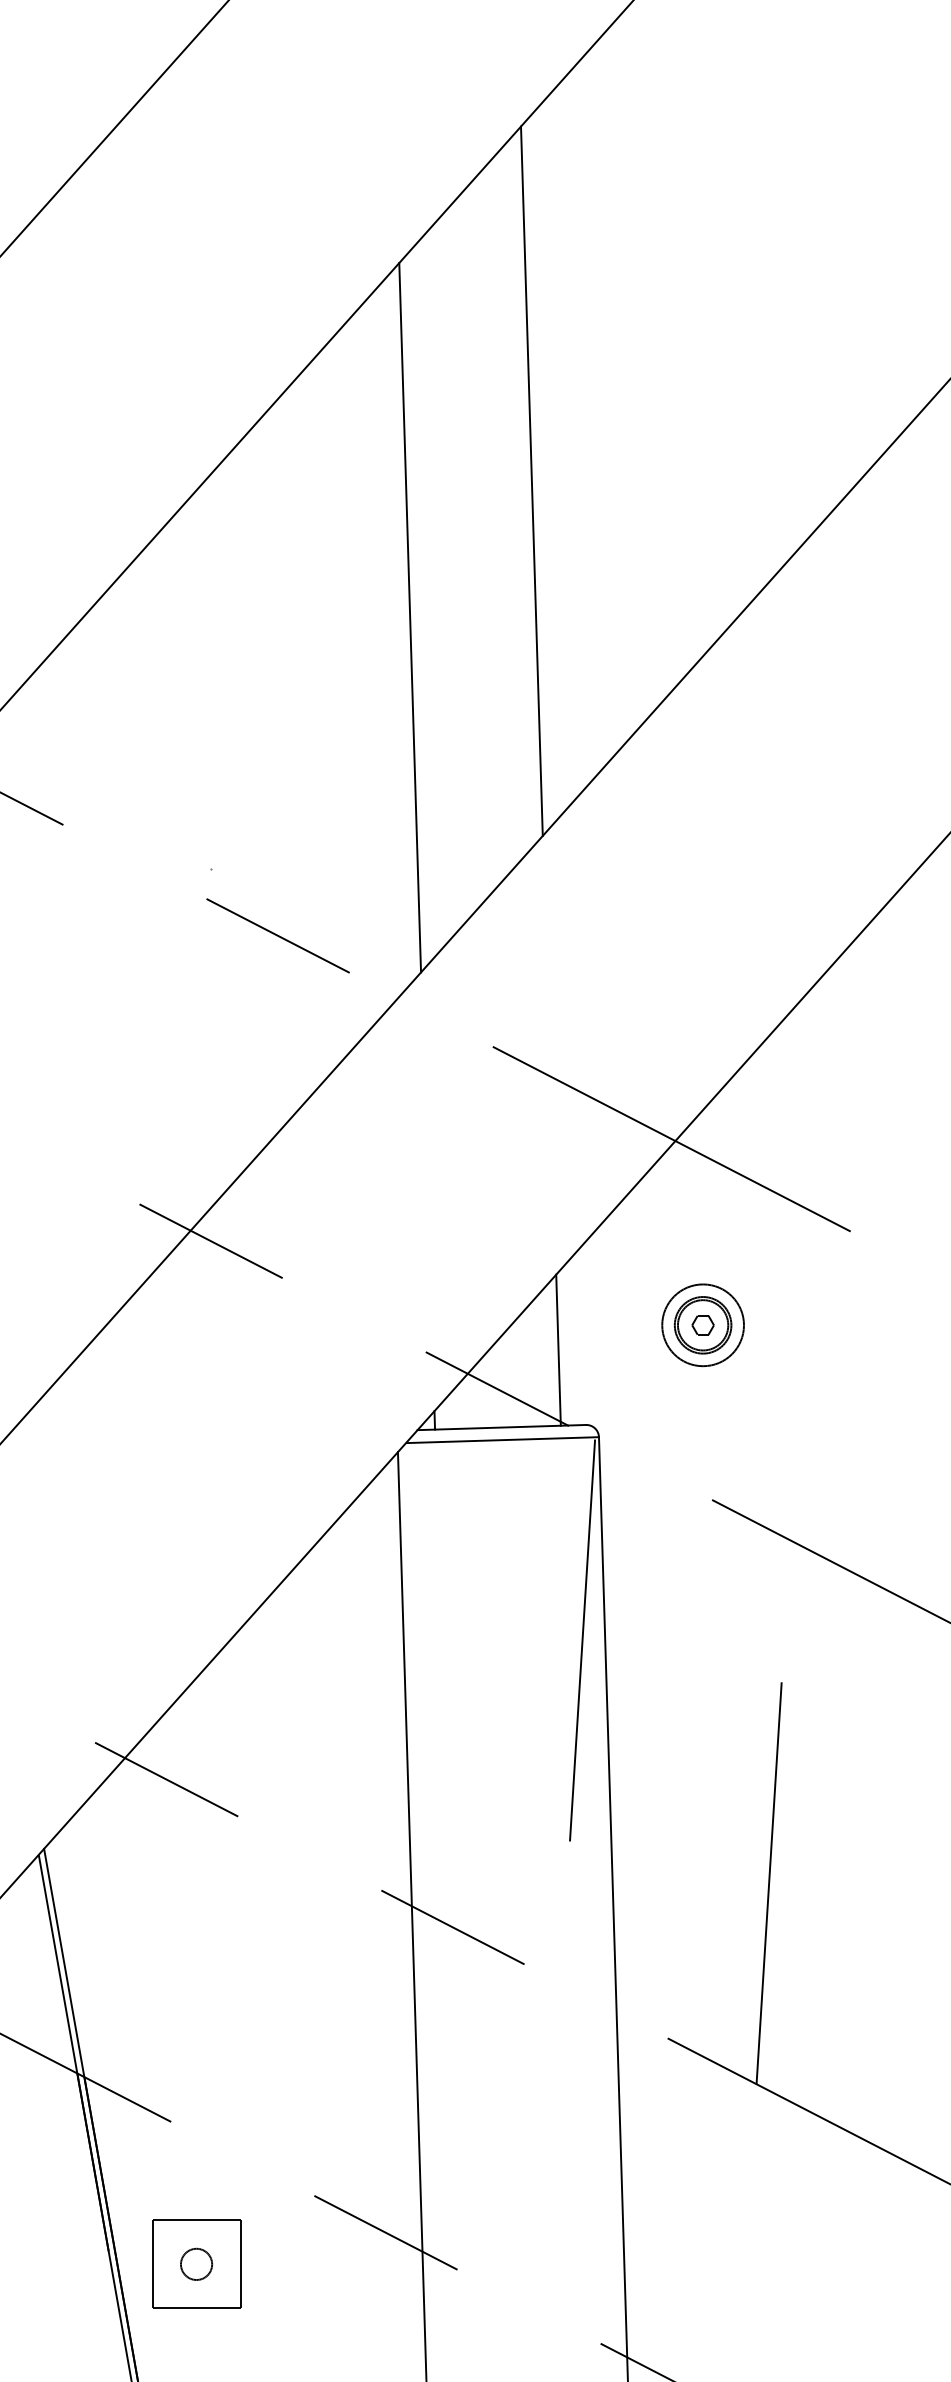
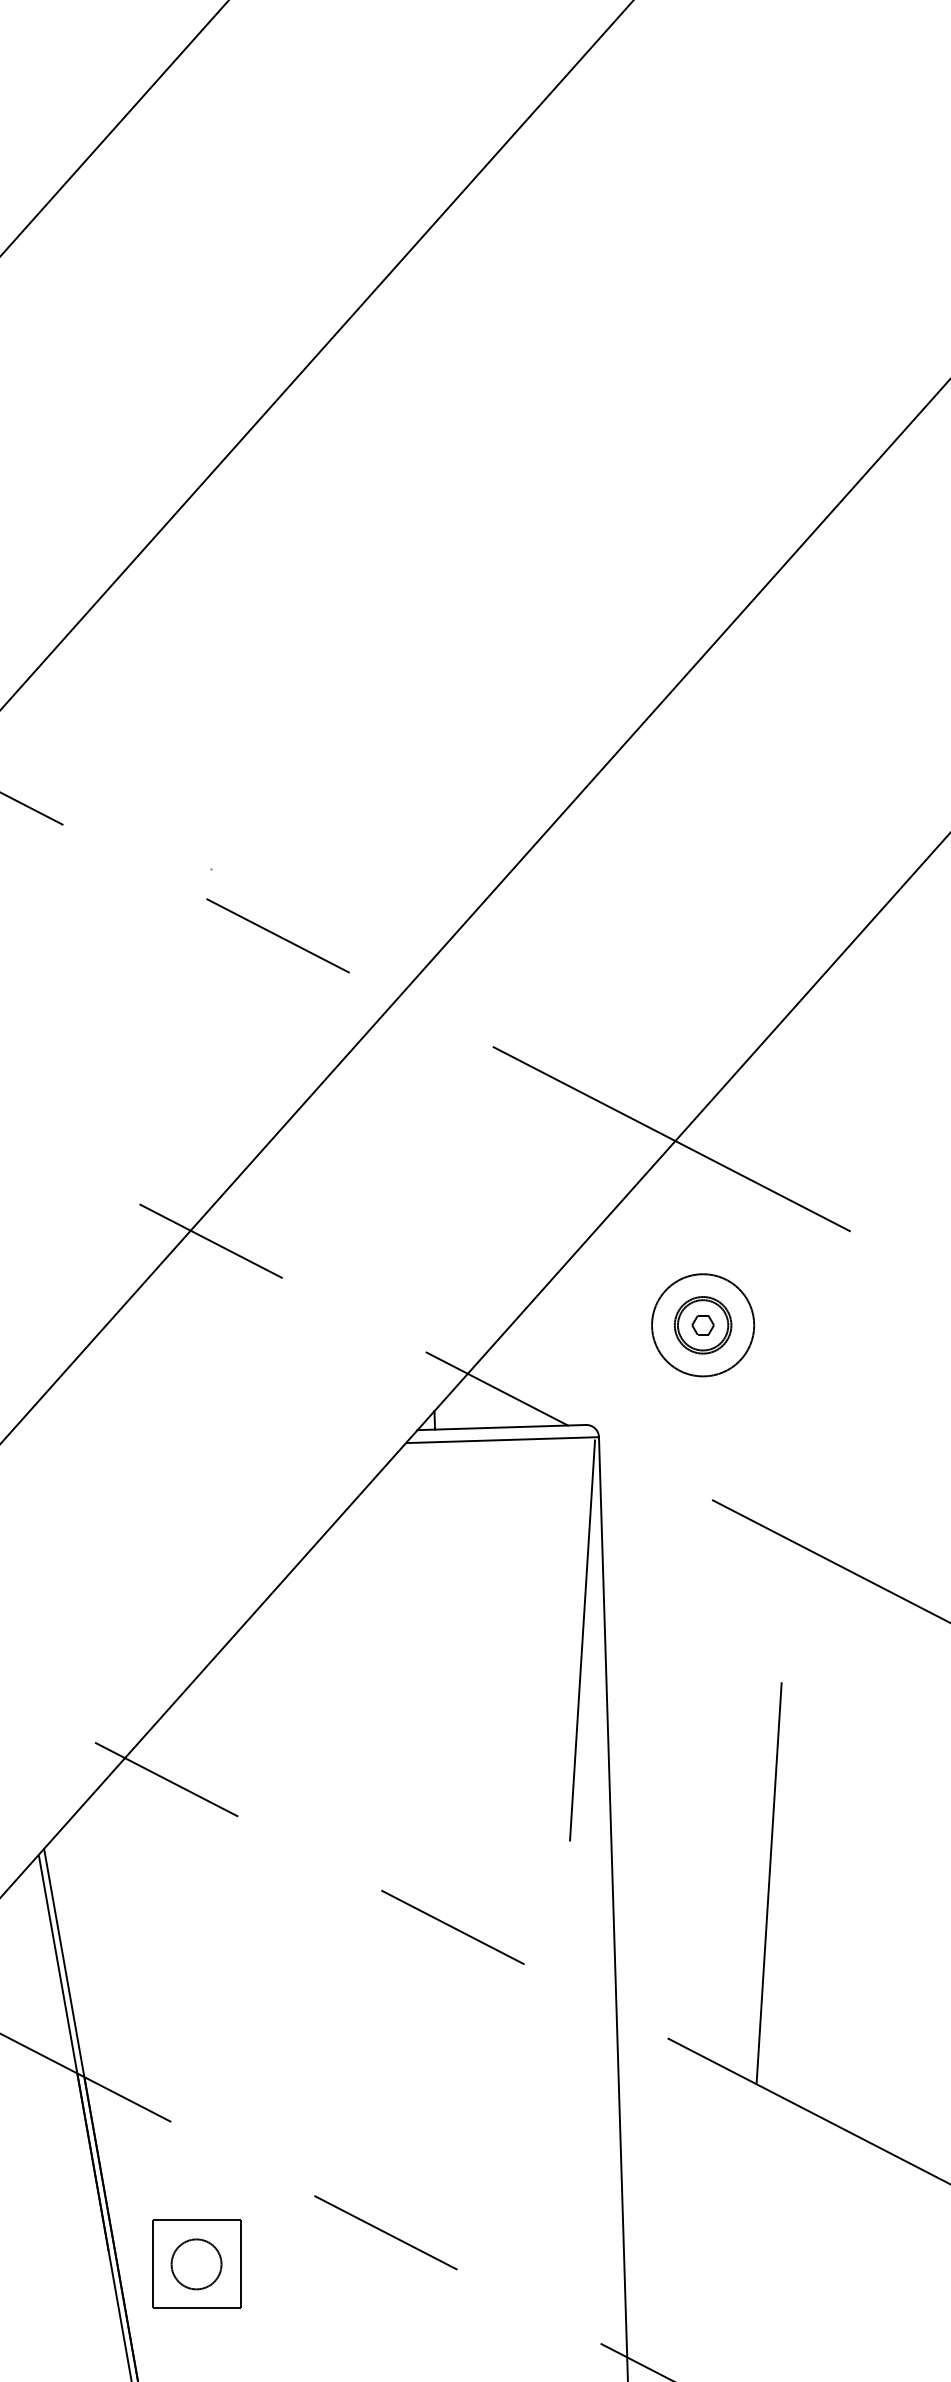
line at (531, 480): present -> none
line at (410, 617): present -> none
circle at (703, 1325) diameter: 82 px -> 102 px
line at (558, 1349): present -> none
line at (411, 1915): present -> none
circle at (196, 2263) diameter: 31 px -> 50 px
